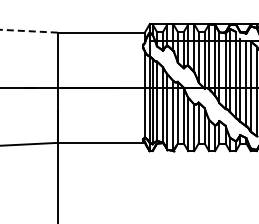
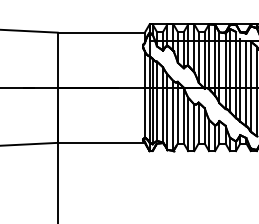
line at (28, 31): dashed -> solid
